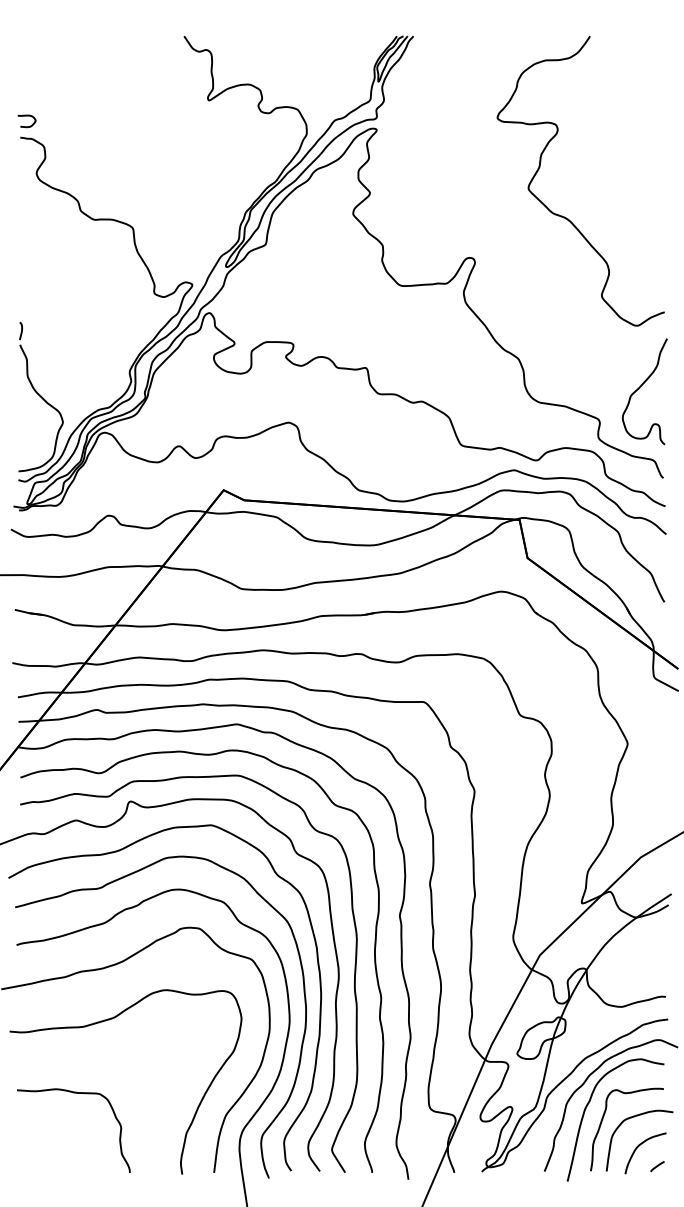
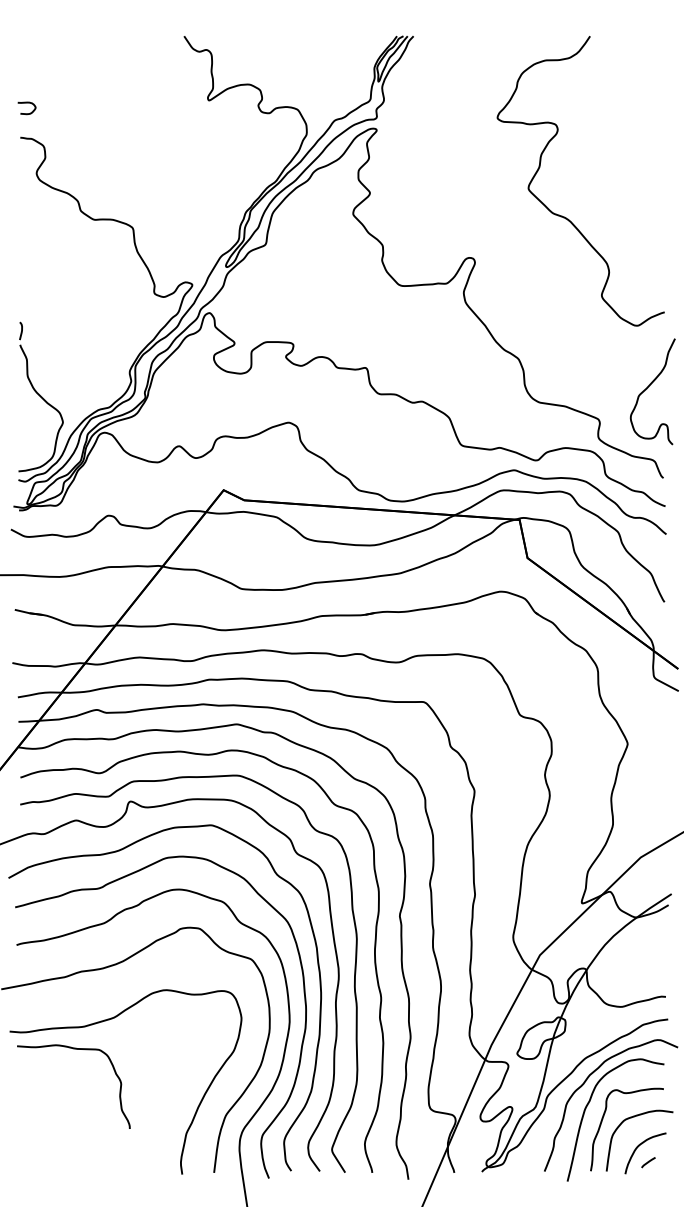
curve at (26, 116) position: (26, 116) -> (26, 103)
curve at (640, 388) position: (640, 388) -> (648, 388)
curve at (73, 1093) position: (73, 1093) -> (73, 1049)
line at (657, 1166) position: (657, 1166) -> (648, 1162)
